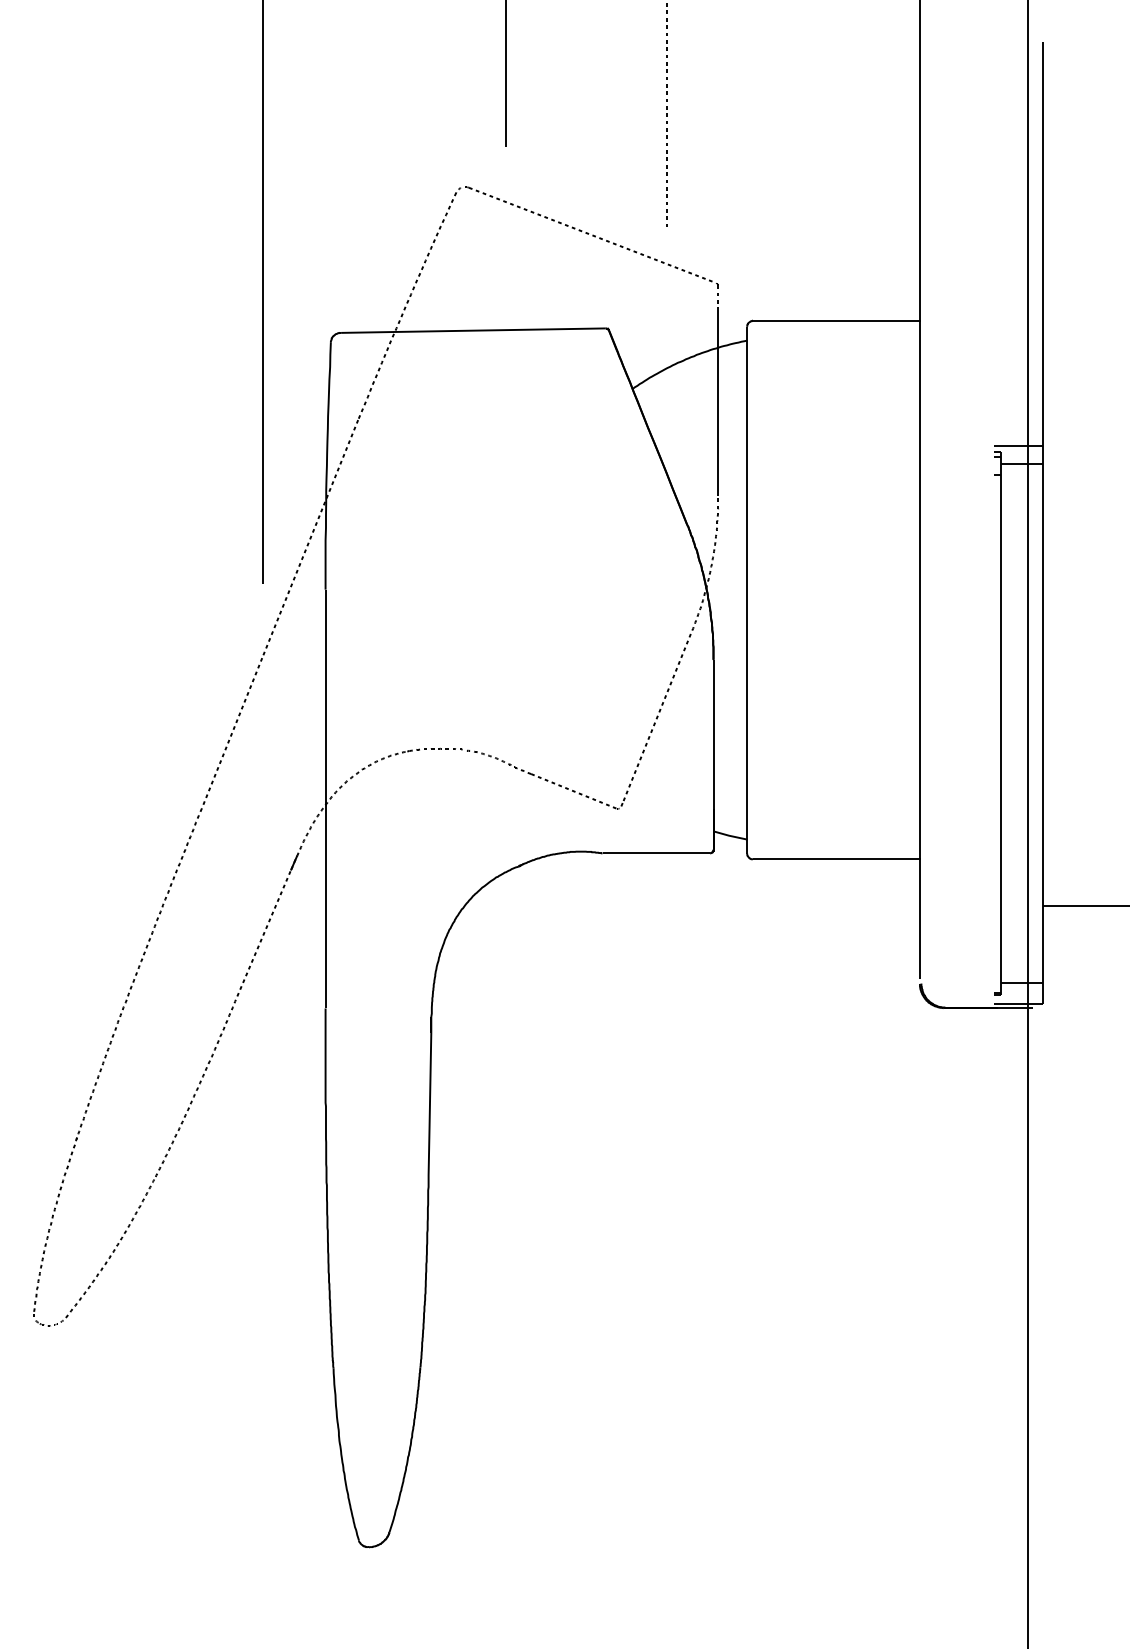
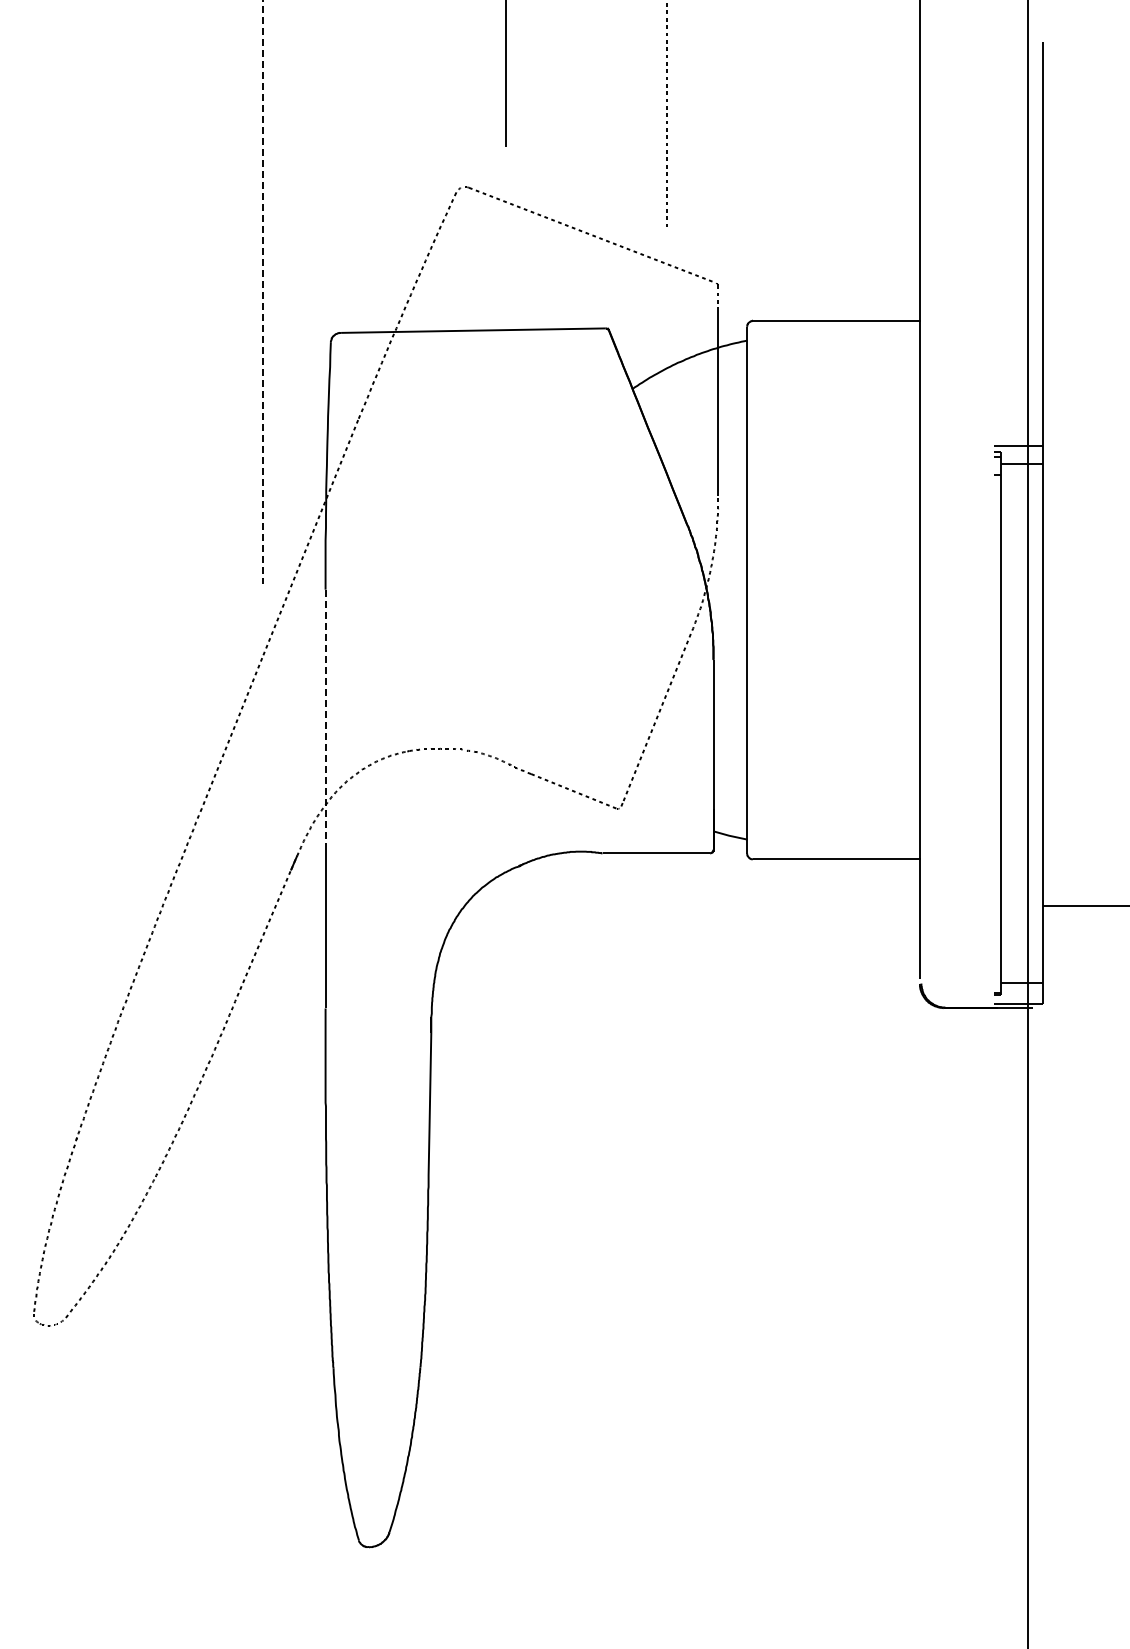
line at (263, 292): solid -> dashed
line at (325, 718): solid -> dashed
